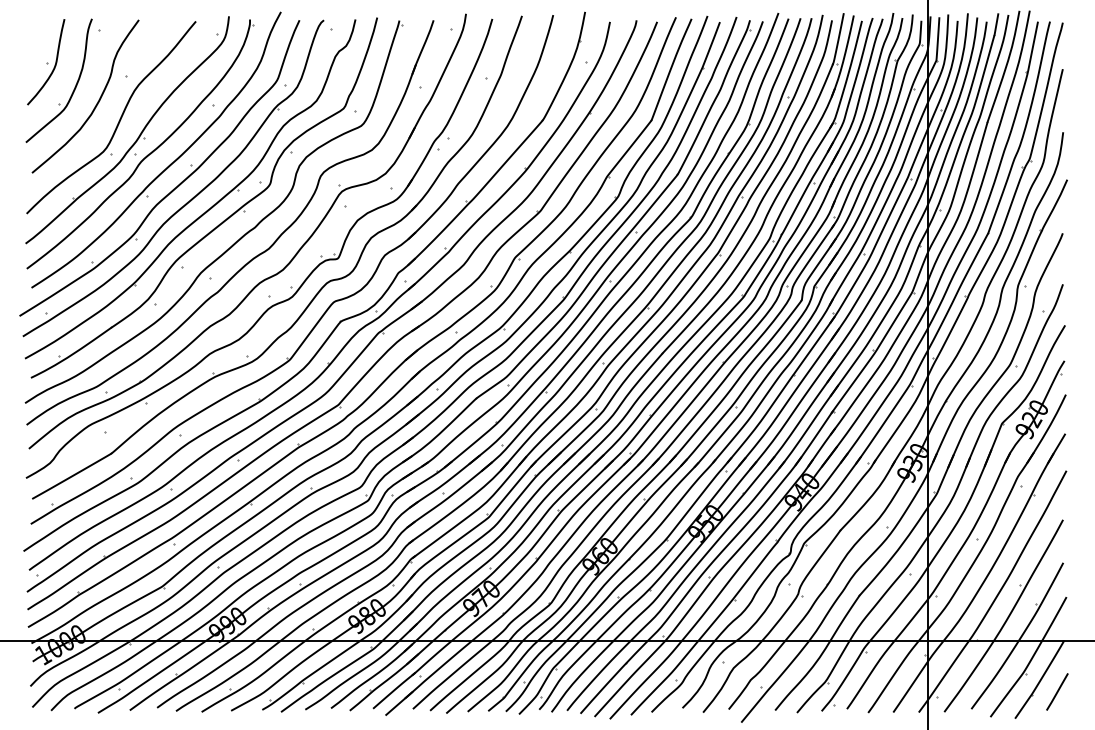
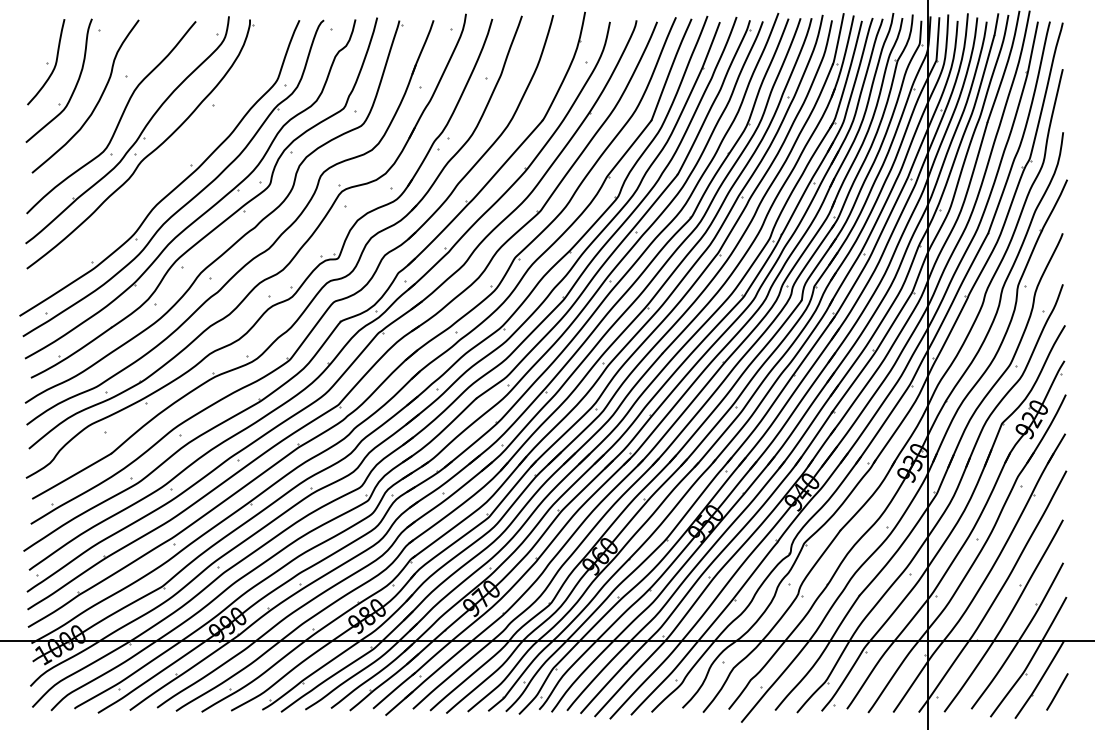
part at (170, 163): present -> none
